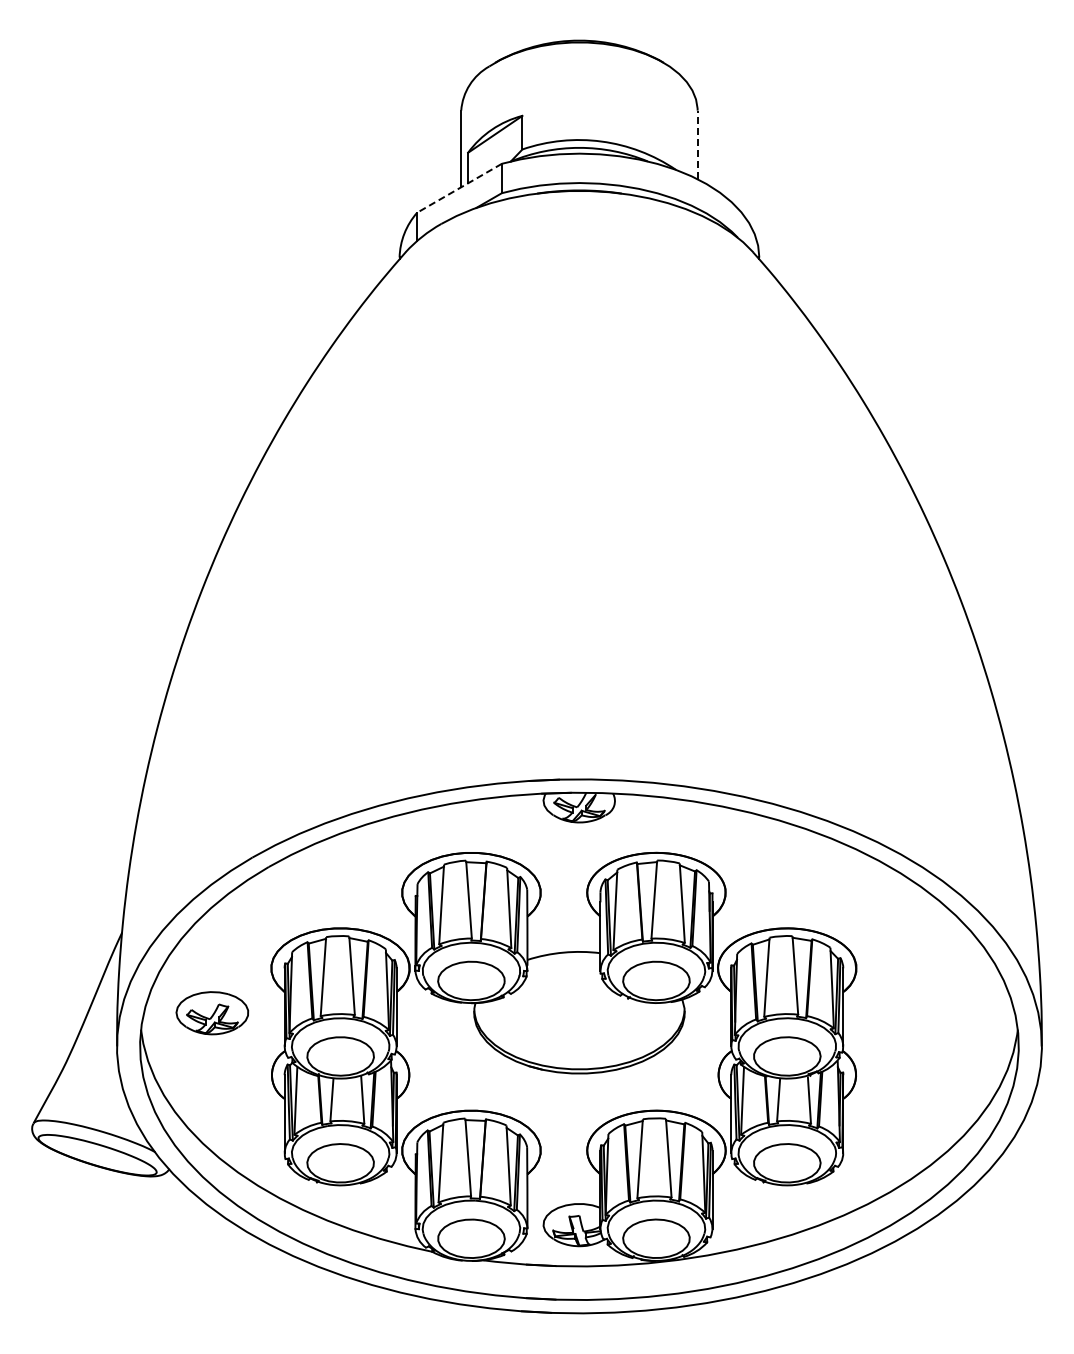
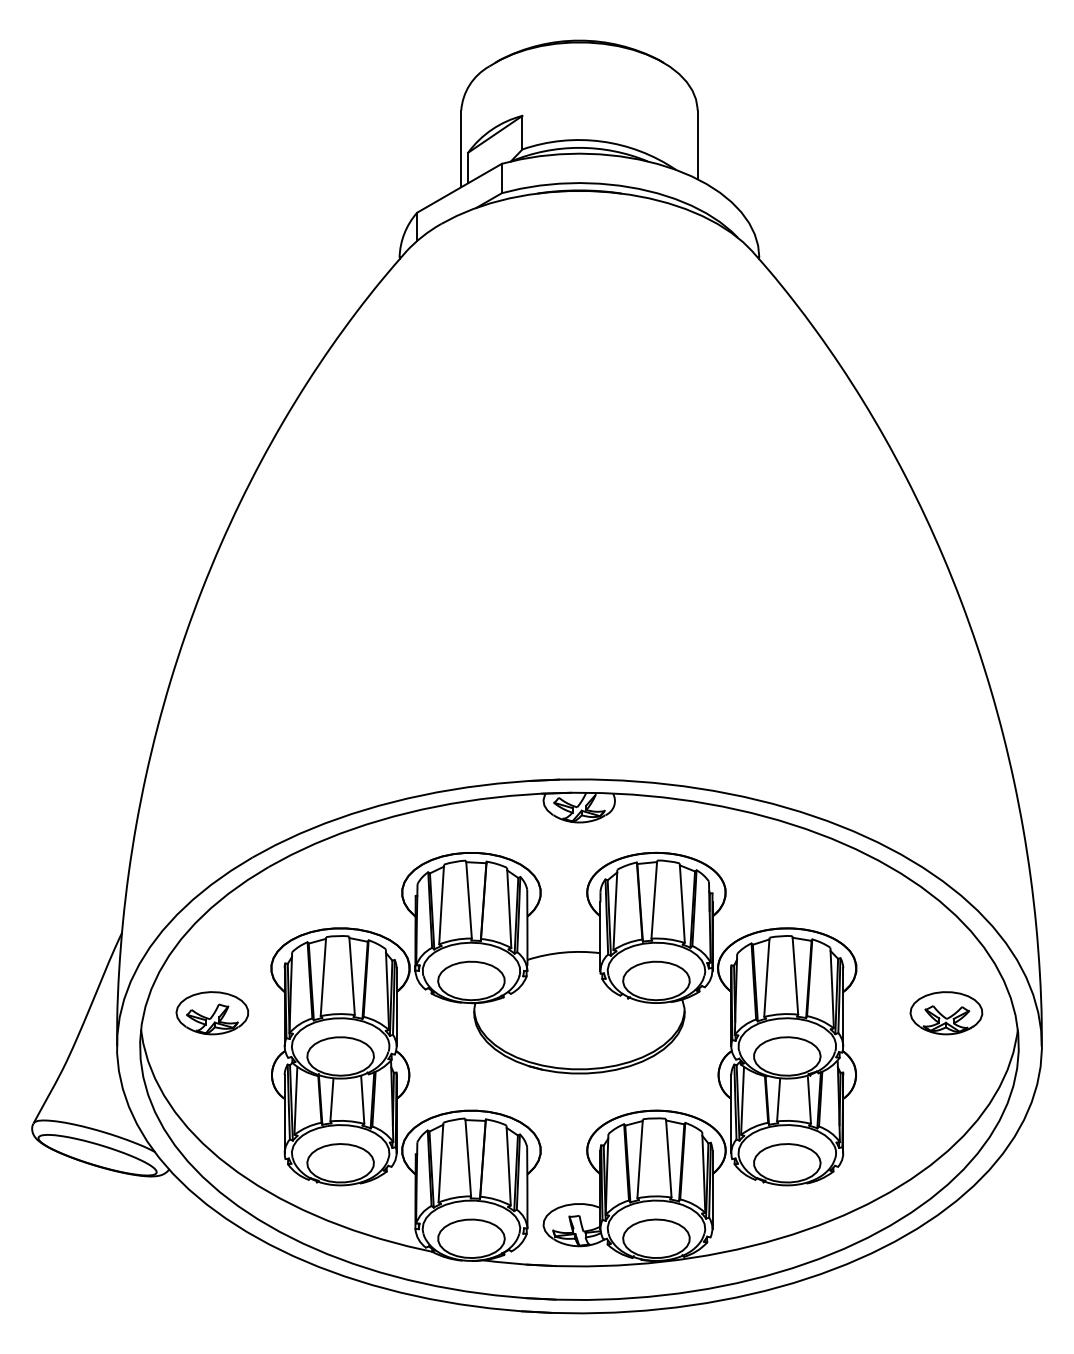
line at (697, 144): dashed -> solid
line at (459, 188): dashed -> solid
part at (946, 1013): none -> present
